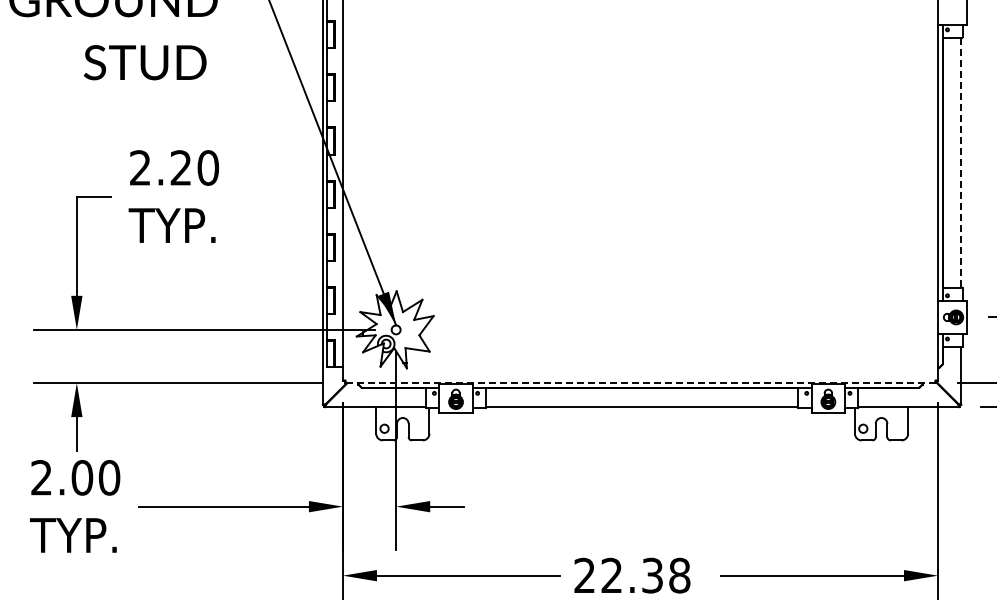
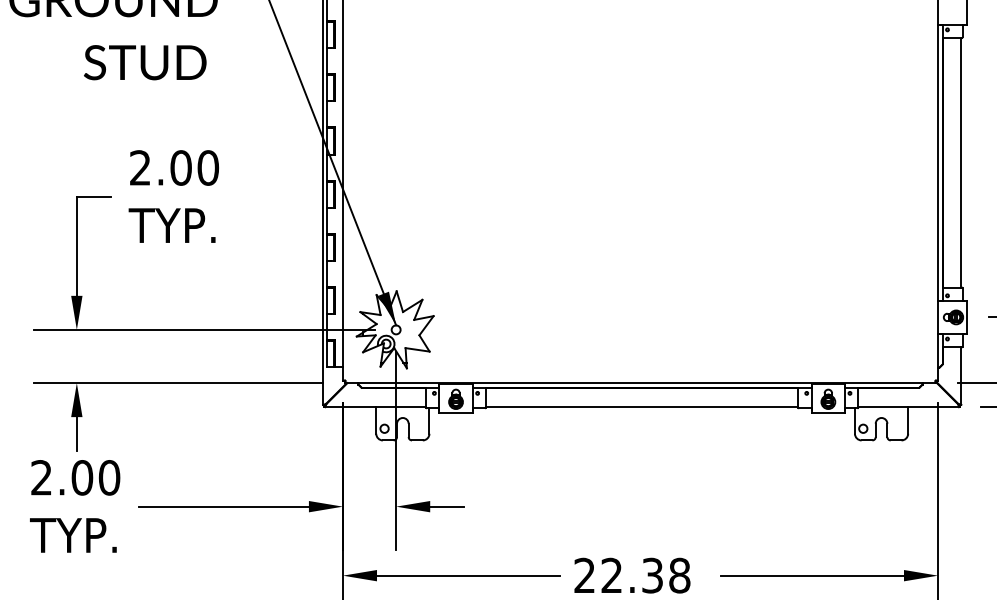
line at (961, 162): dashed -> solid
text at (180, 167): 2.20 -> 2.00
line at (640, 383): dashed -> solid
